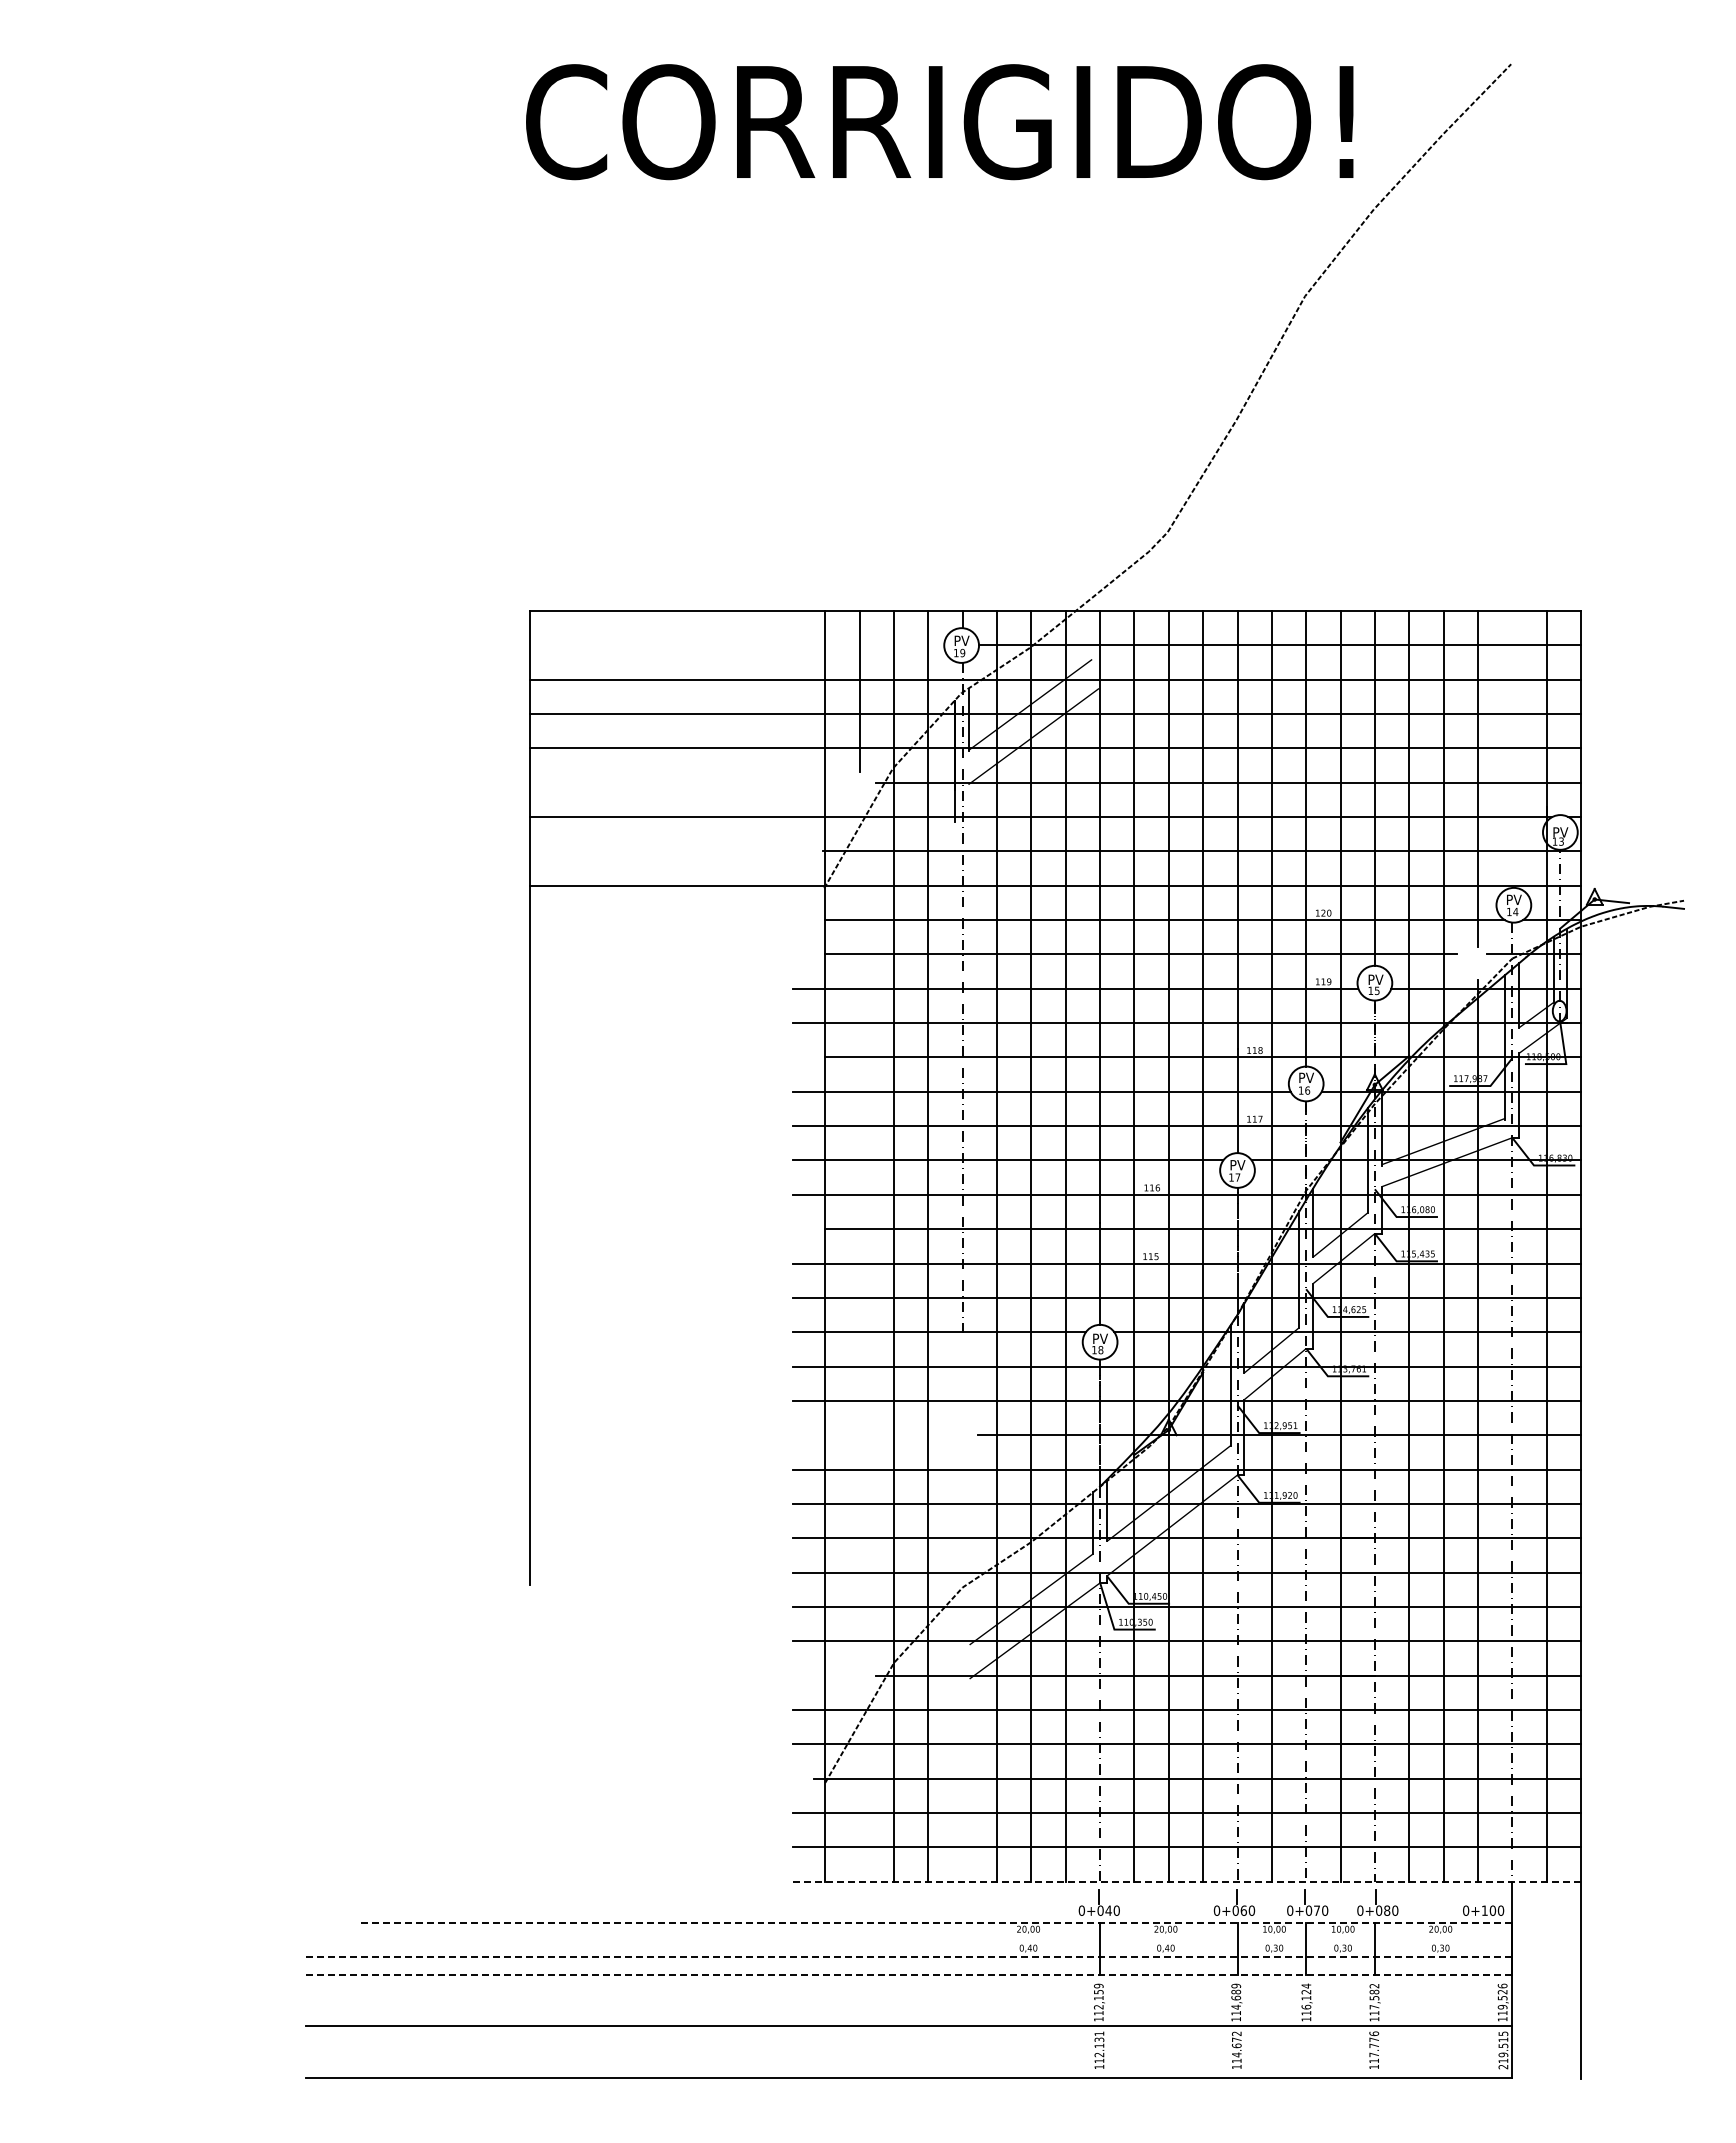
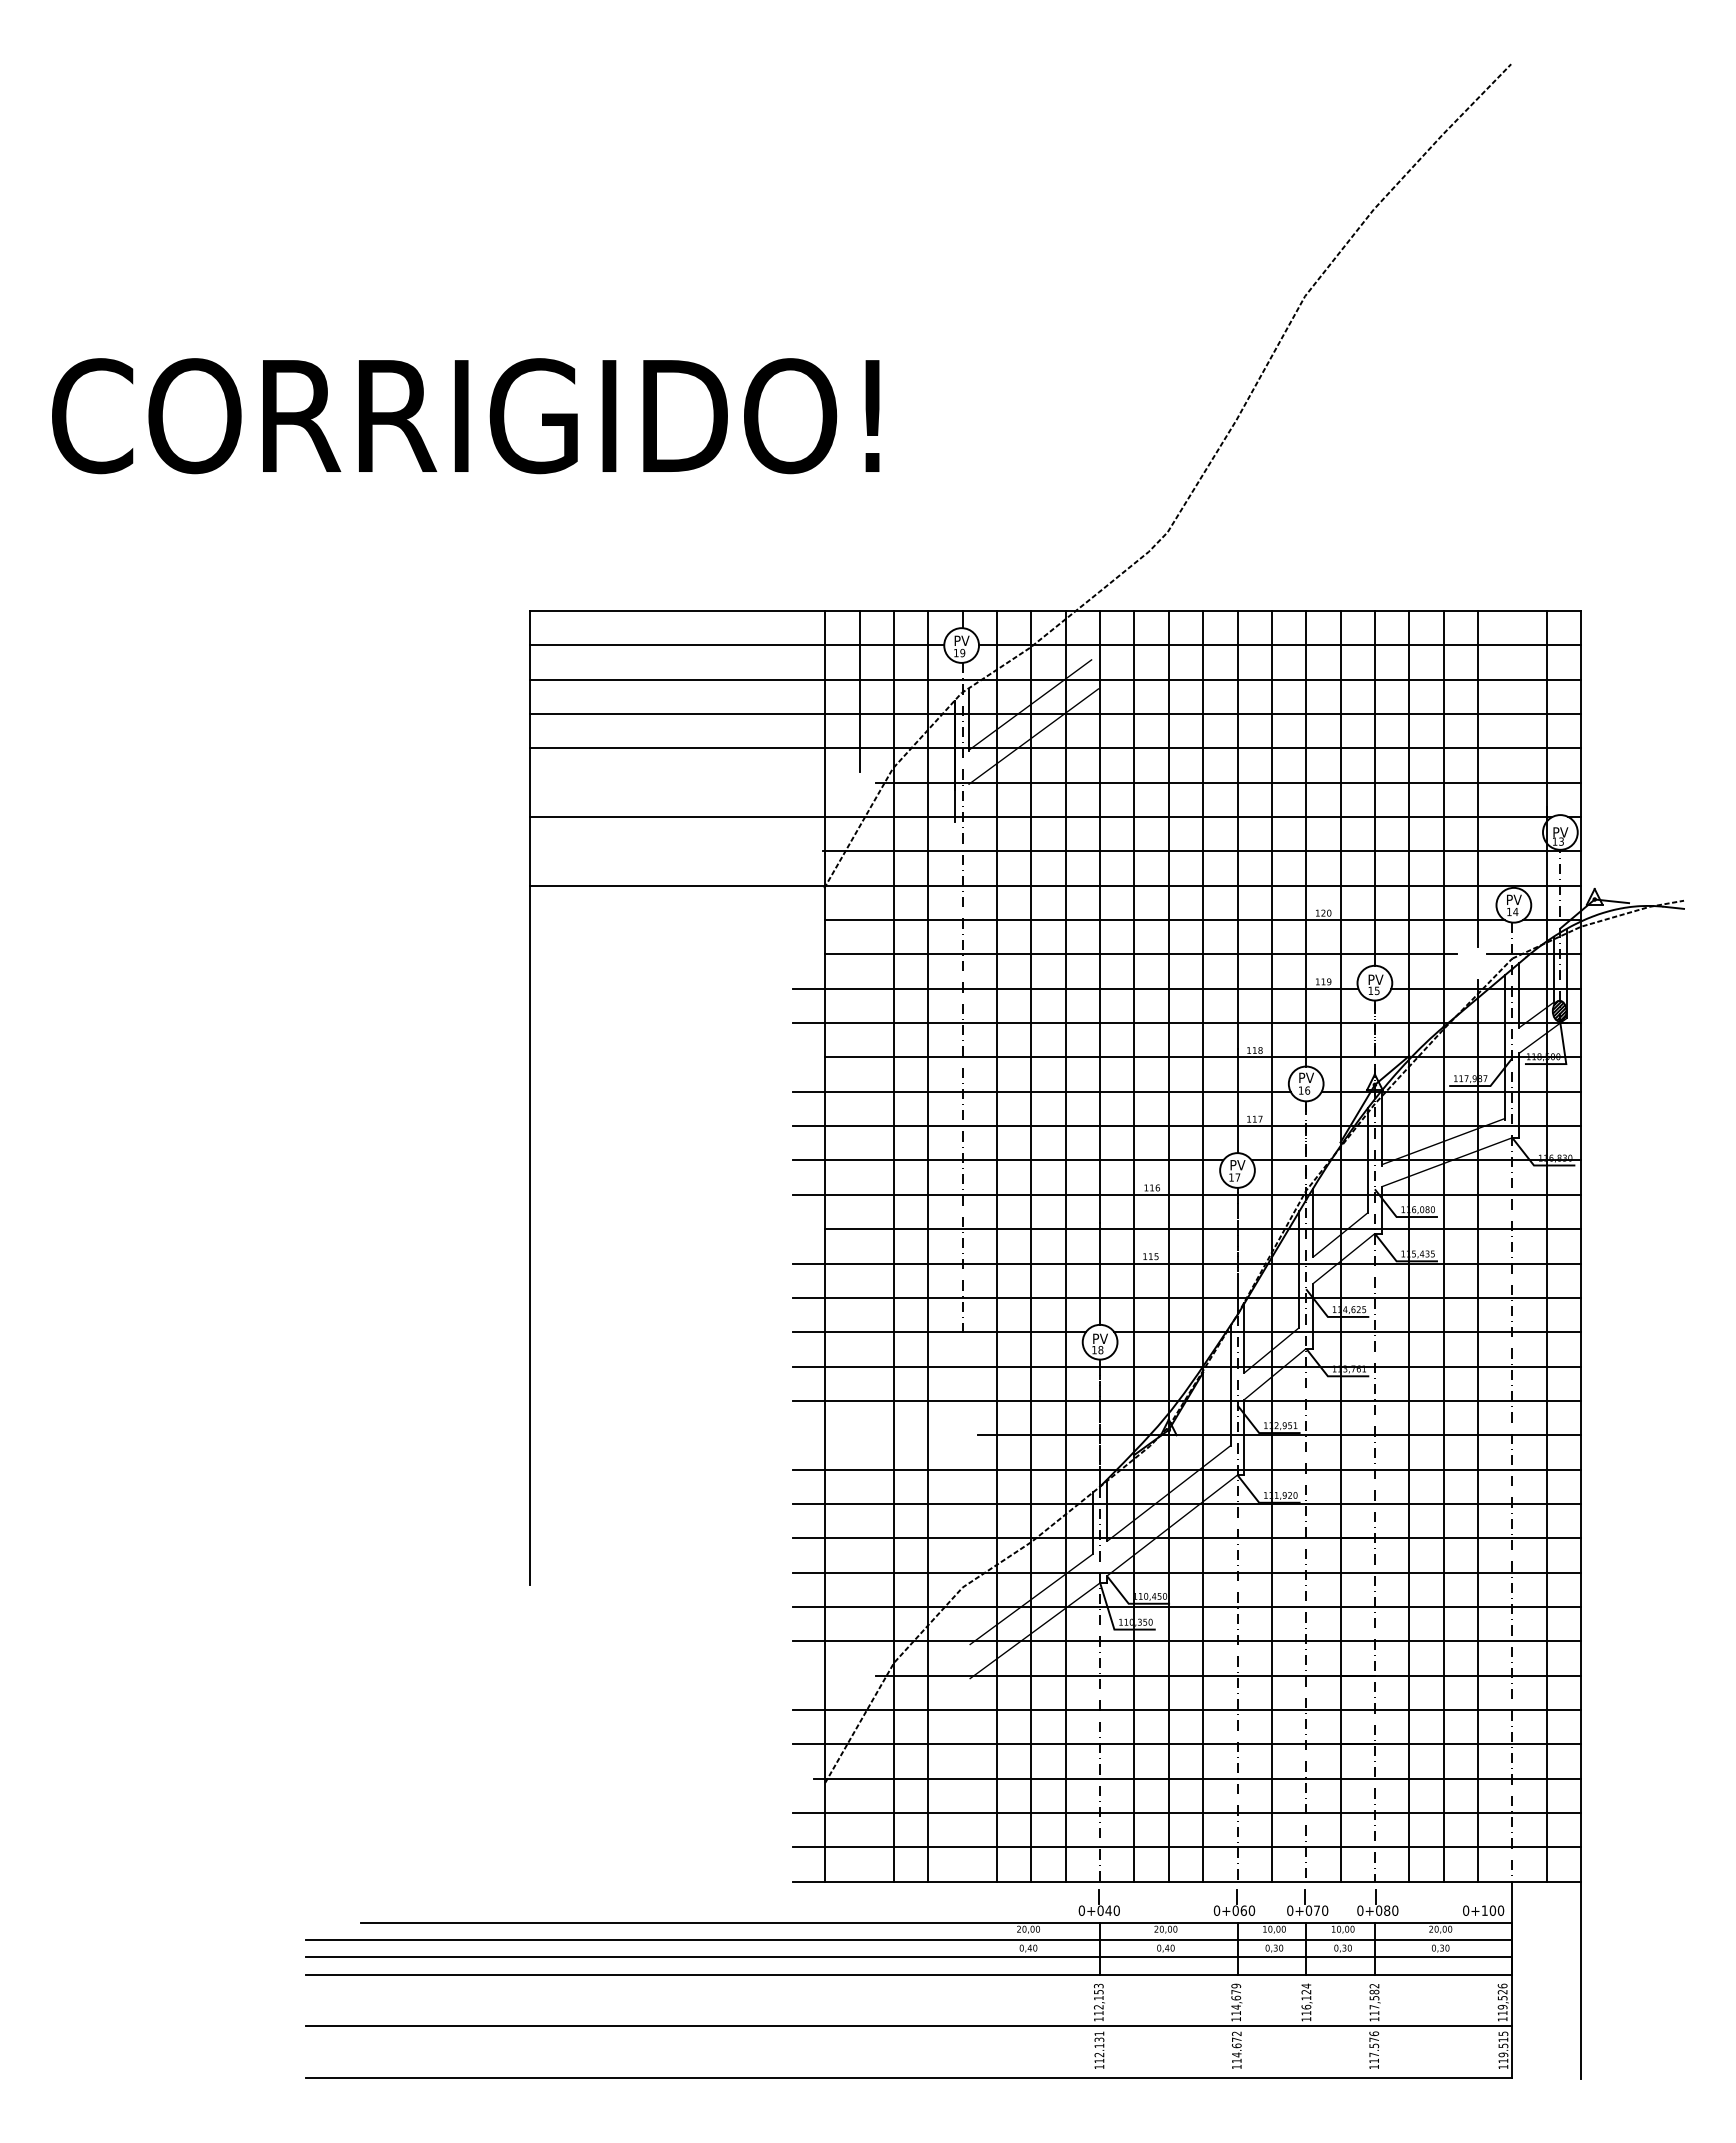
text at (939, 122) position: (939, 122) -> (465, 416)
line at (736, 645): none -> present
hatch at (1559, 1011): none -> present
line at (1187, 1881): dashed -> solid
line at (936, 1923): dashed -> solid
line at (908, 1940): none -> present
line at (908, 1957): dashed -> solid
line at (908, 1974): dashed -> solid
text at (1098, 1985): 112,159 -> 112,153
text at (1236, 1991): 114,689 -> 114,679
text at (1374, 2045): 117.776 -> 117.576
text at (1502, 2067): 219.515 -> 119.515
